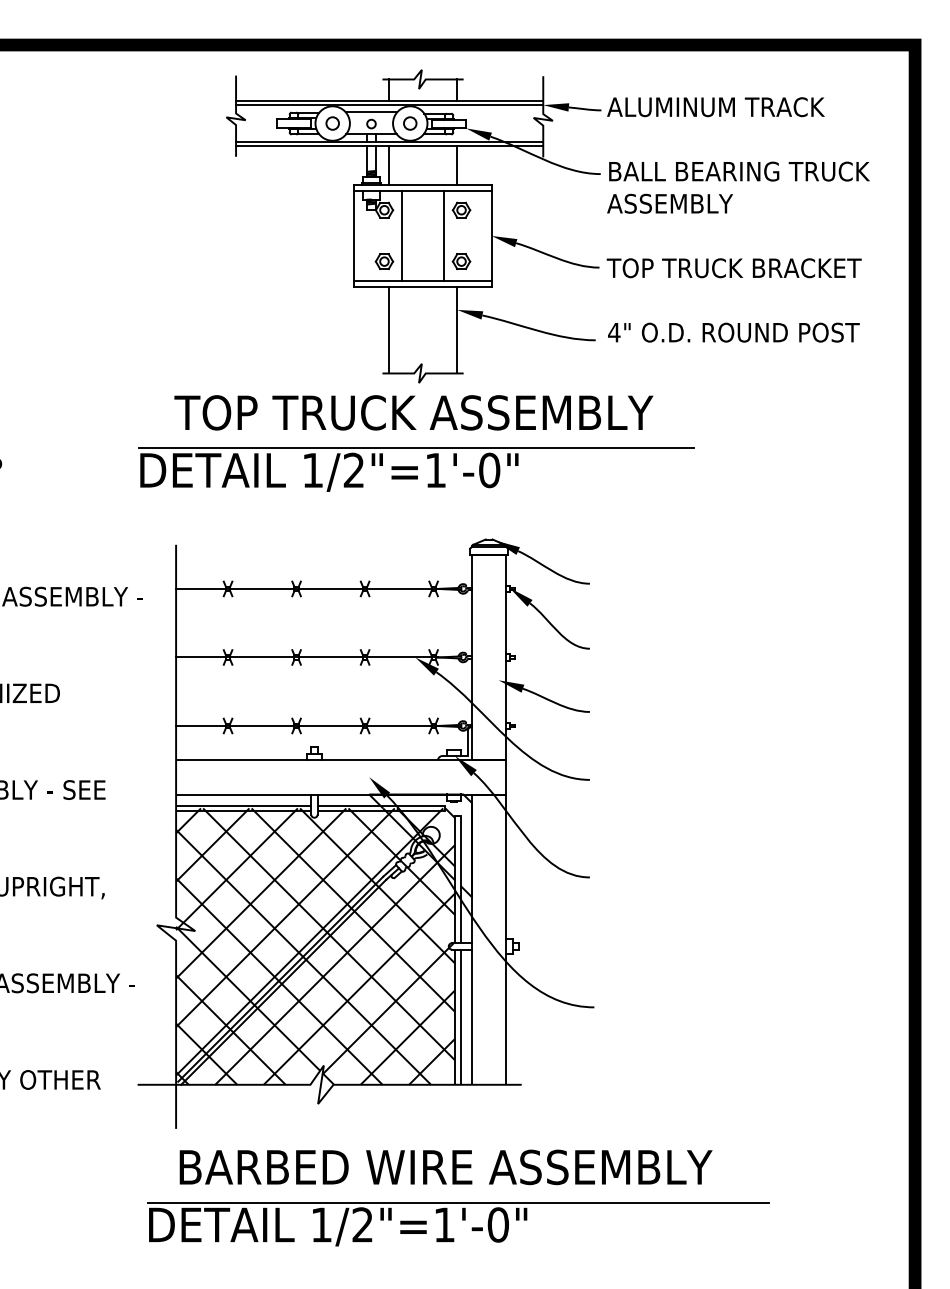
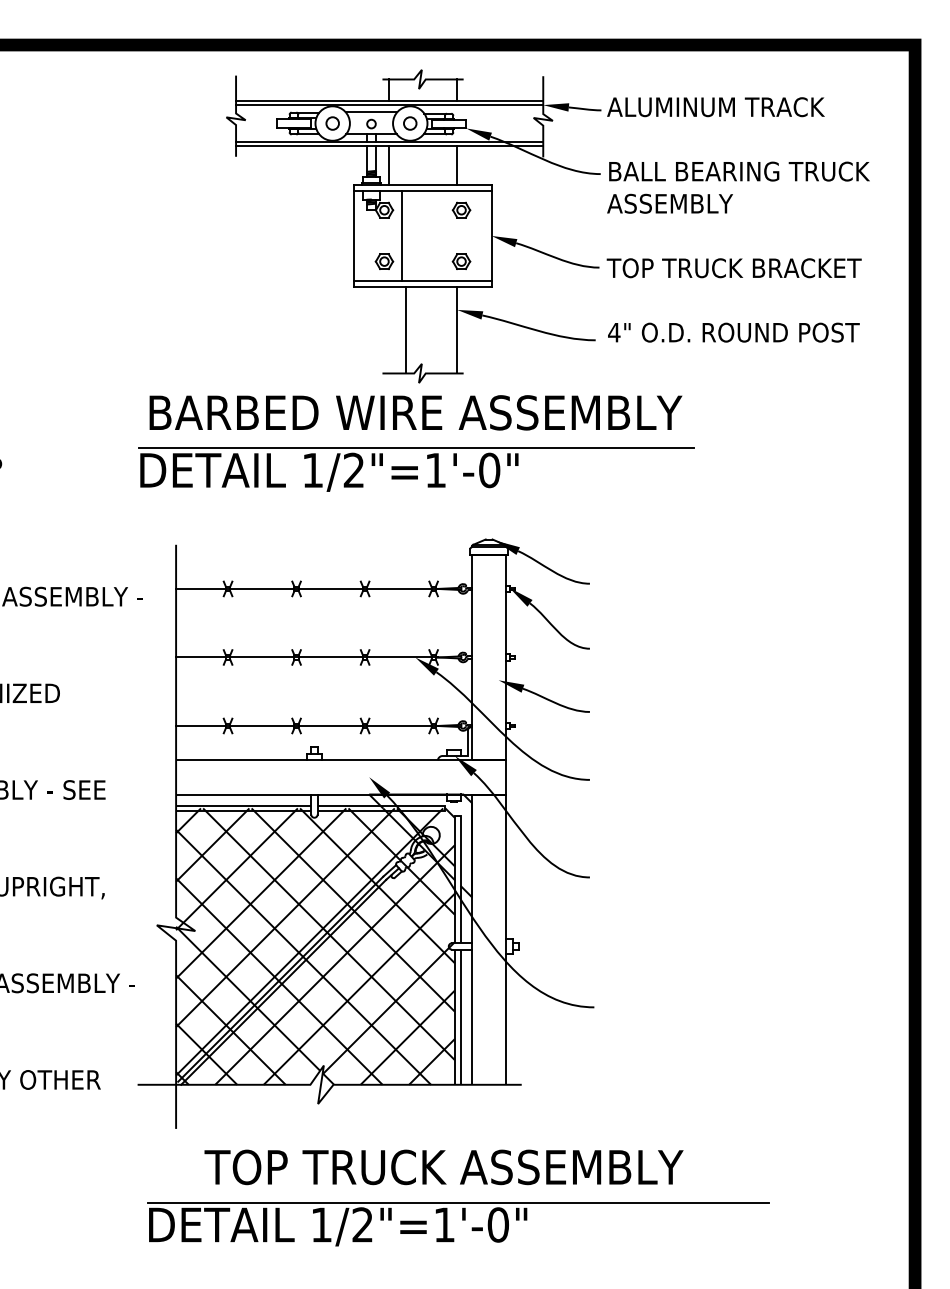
line at (444, 235): present -> none
line at (388, 330) position: (388, 330) -> (405, 330)
text at (415, 412): TOP TRUCK ASSEMBLY -> BARBED WIRE ASSEMBLY
text at (445, 1167): BARBED WIRE ASSEMBLY -> TOP TRUCK ASSEMBLY
